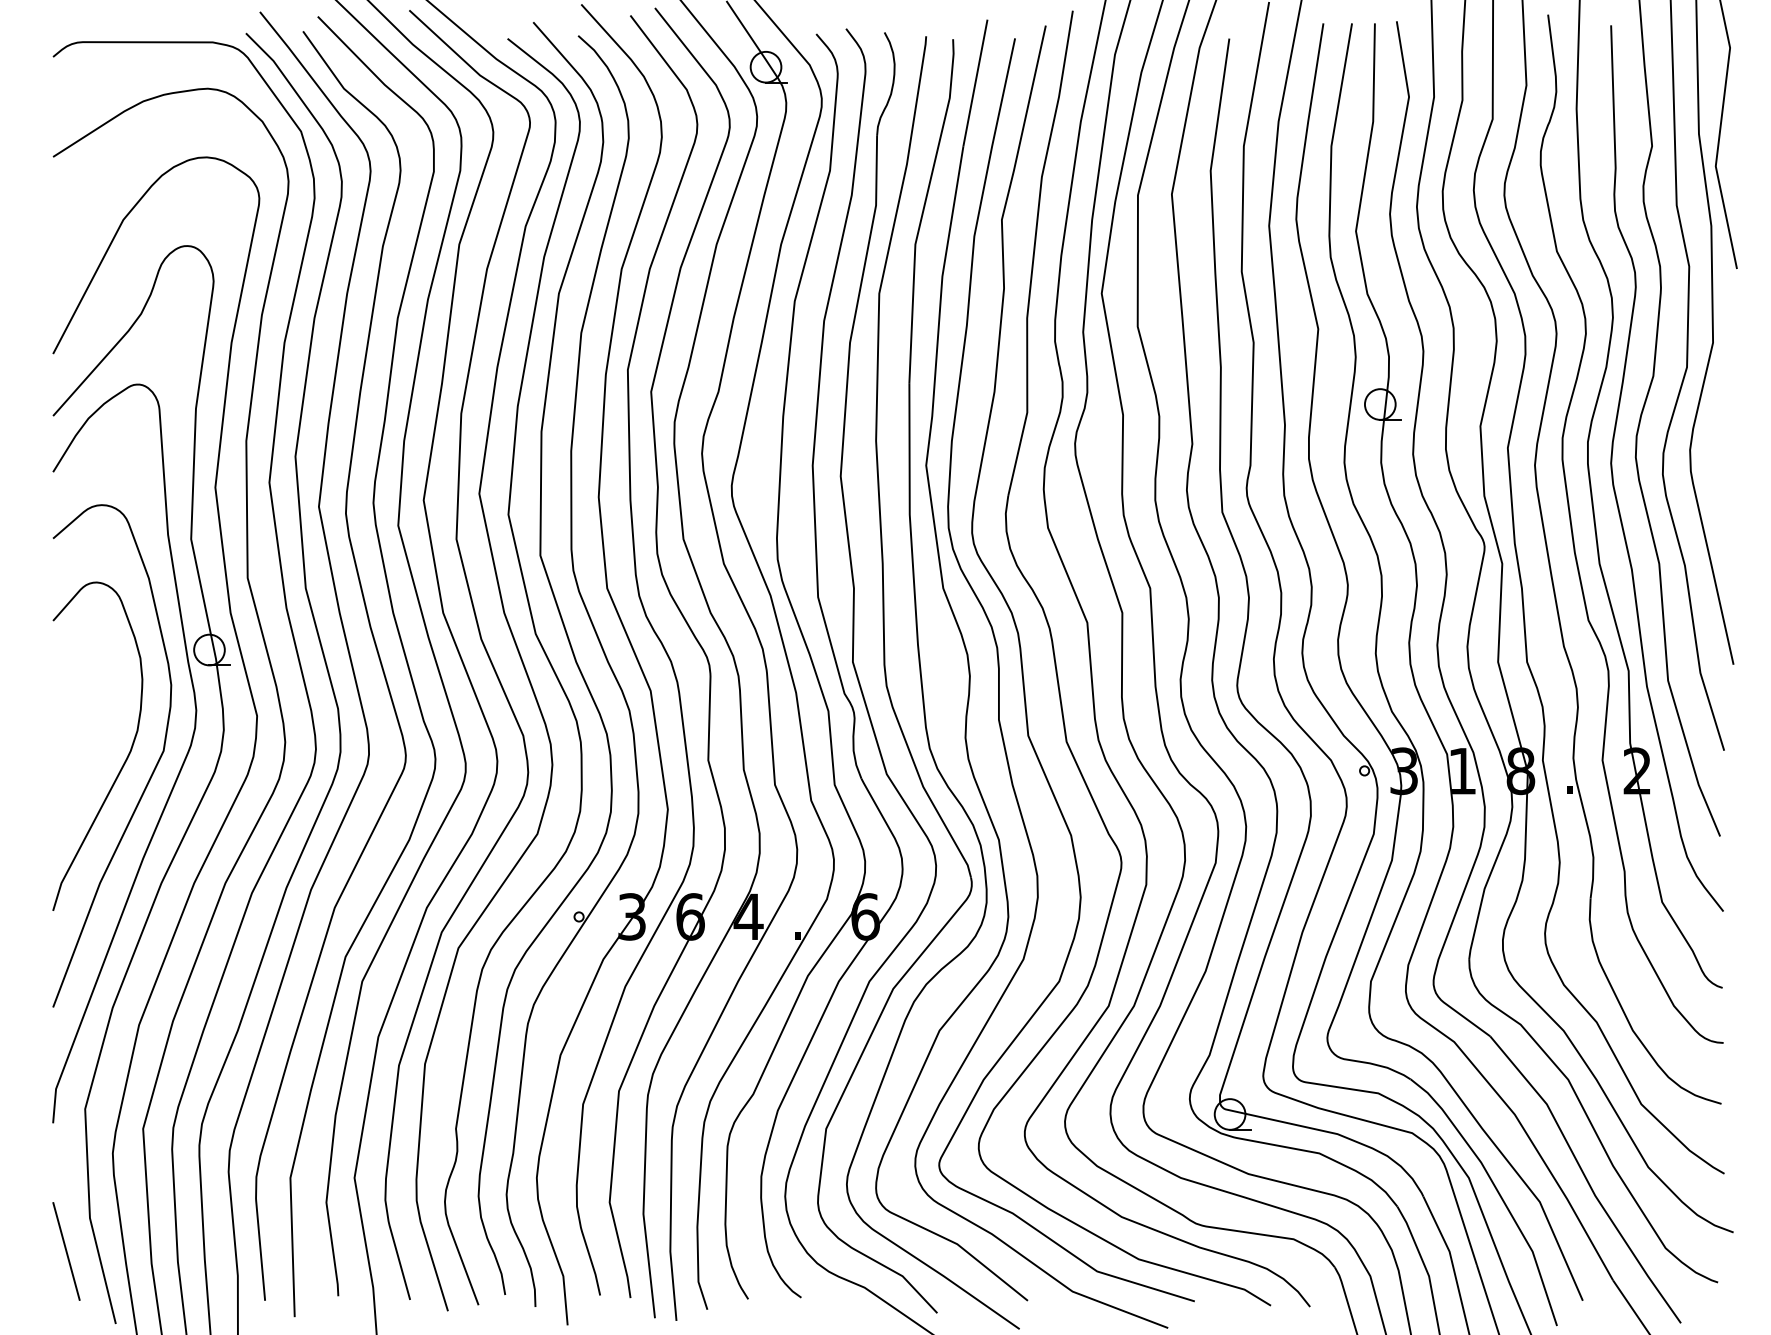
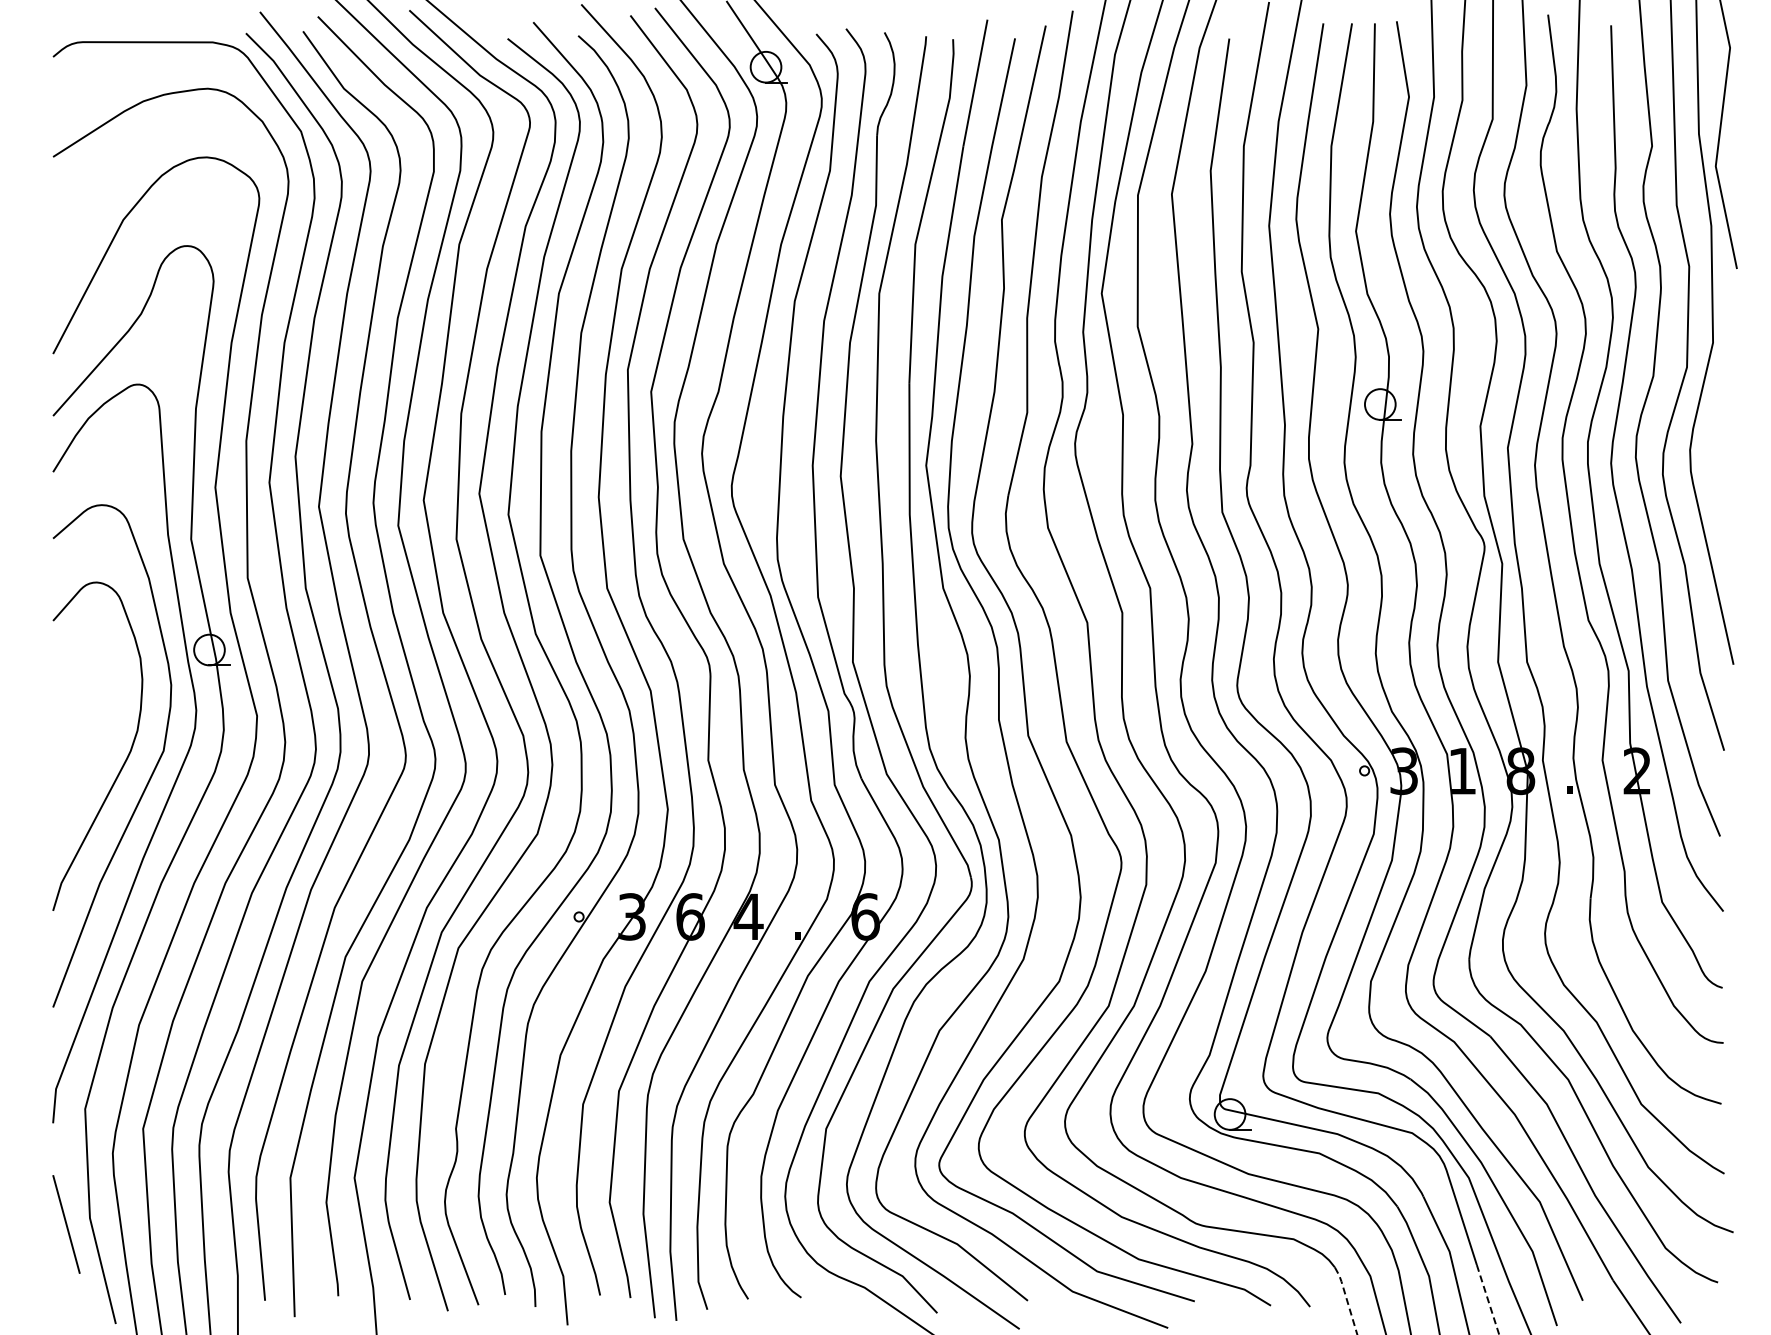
line at (66, 1251) position: (66, 1251) -> (66, 1224)
line at (1346, 1298): solid -> dashed
line at (1488, 1300): solid -> dashed
